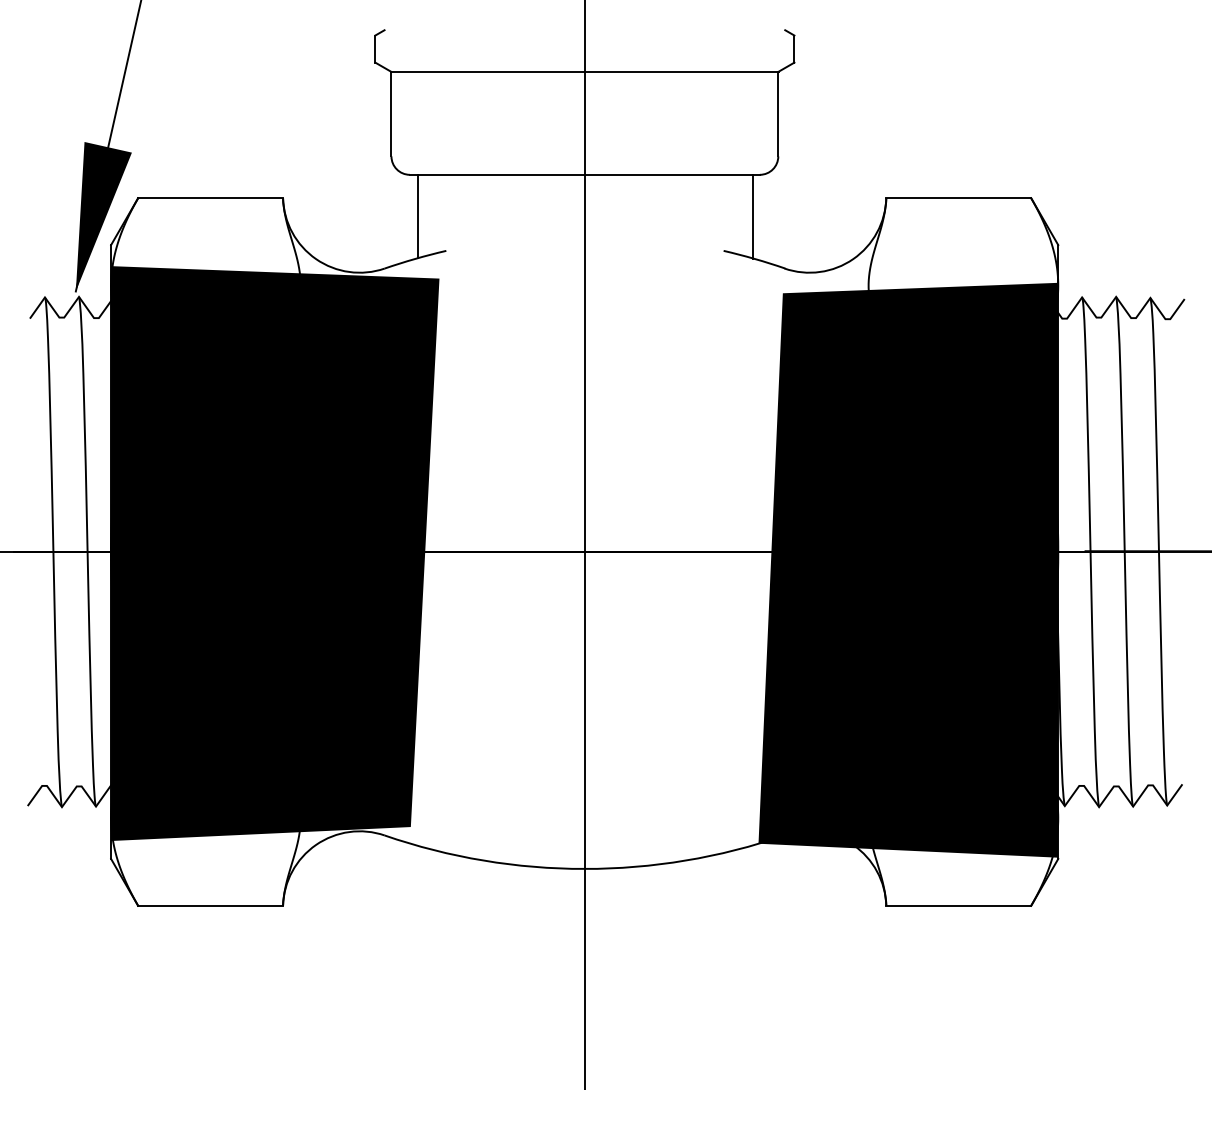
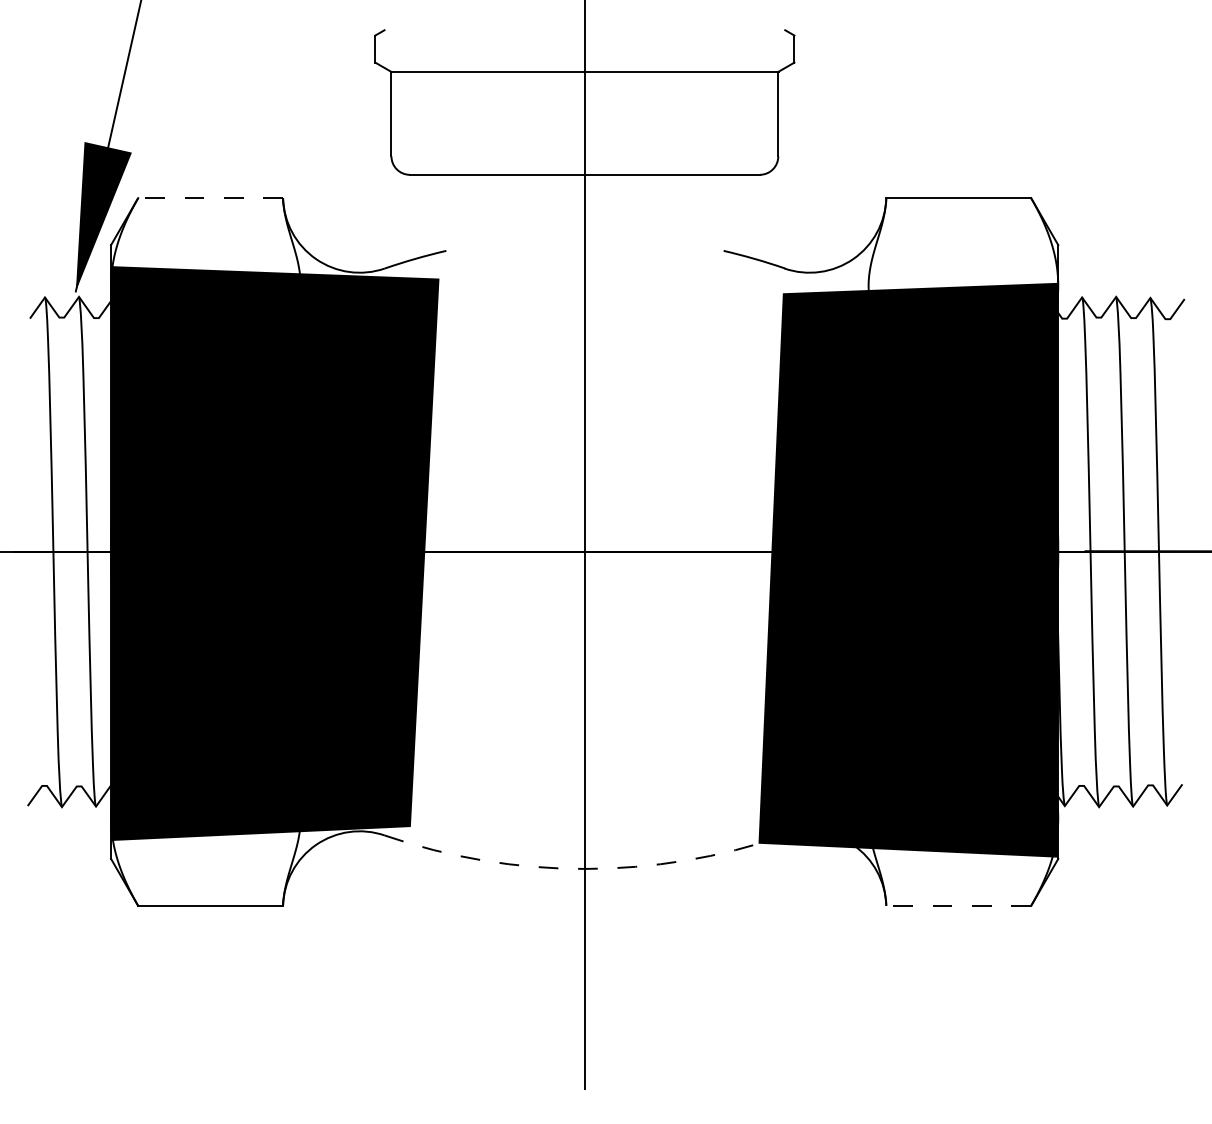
line at (210, 198): solid -> dashed
line at (417, 216): present -> none
line at (753, 216): present -> none
arc at (584, 868): solid -> dashed
line at (958, 905): solid -> dashed
